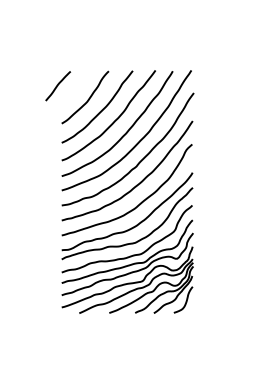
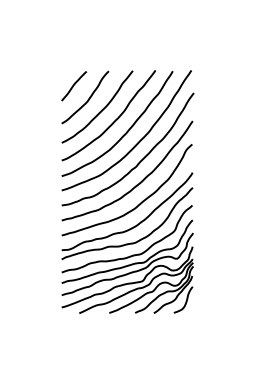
curve at (57, 86) position: (57, 86) -> (73, 86)
